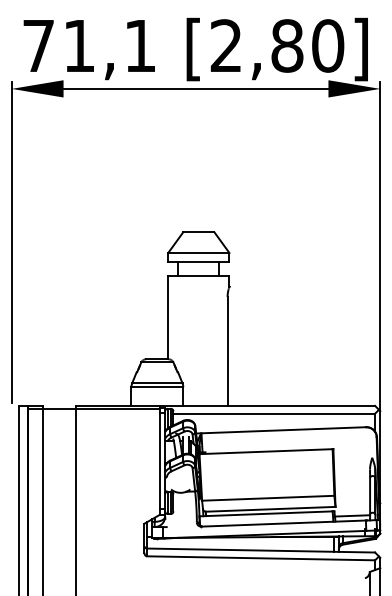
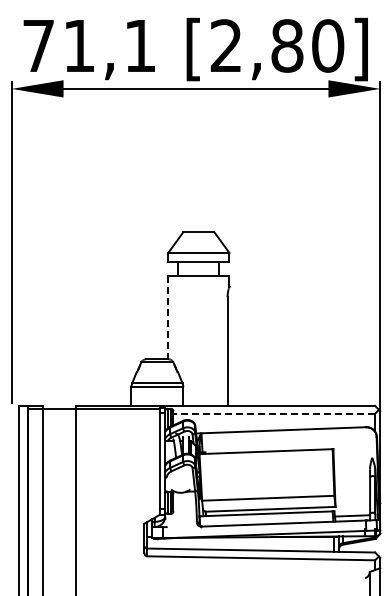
line at (168, 318): solid -> dashed
line at (274, 413): solid -> dashed
